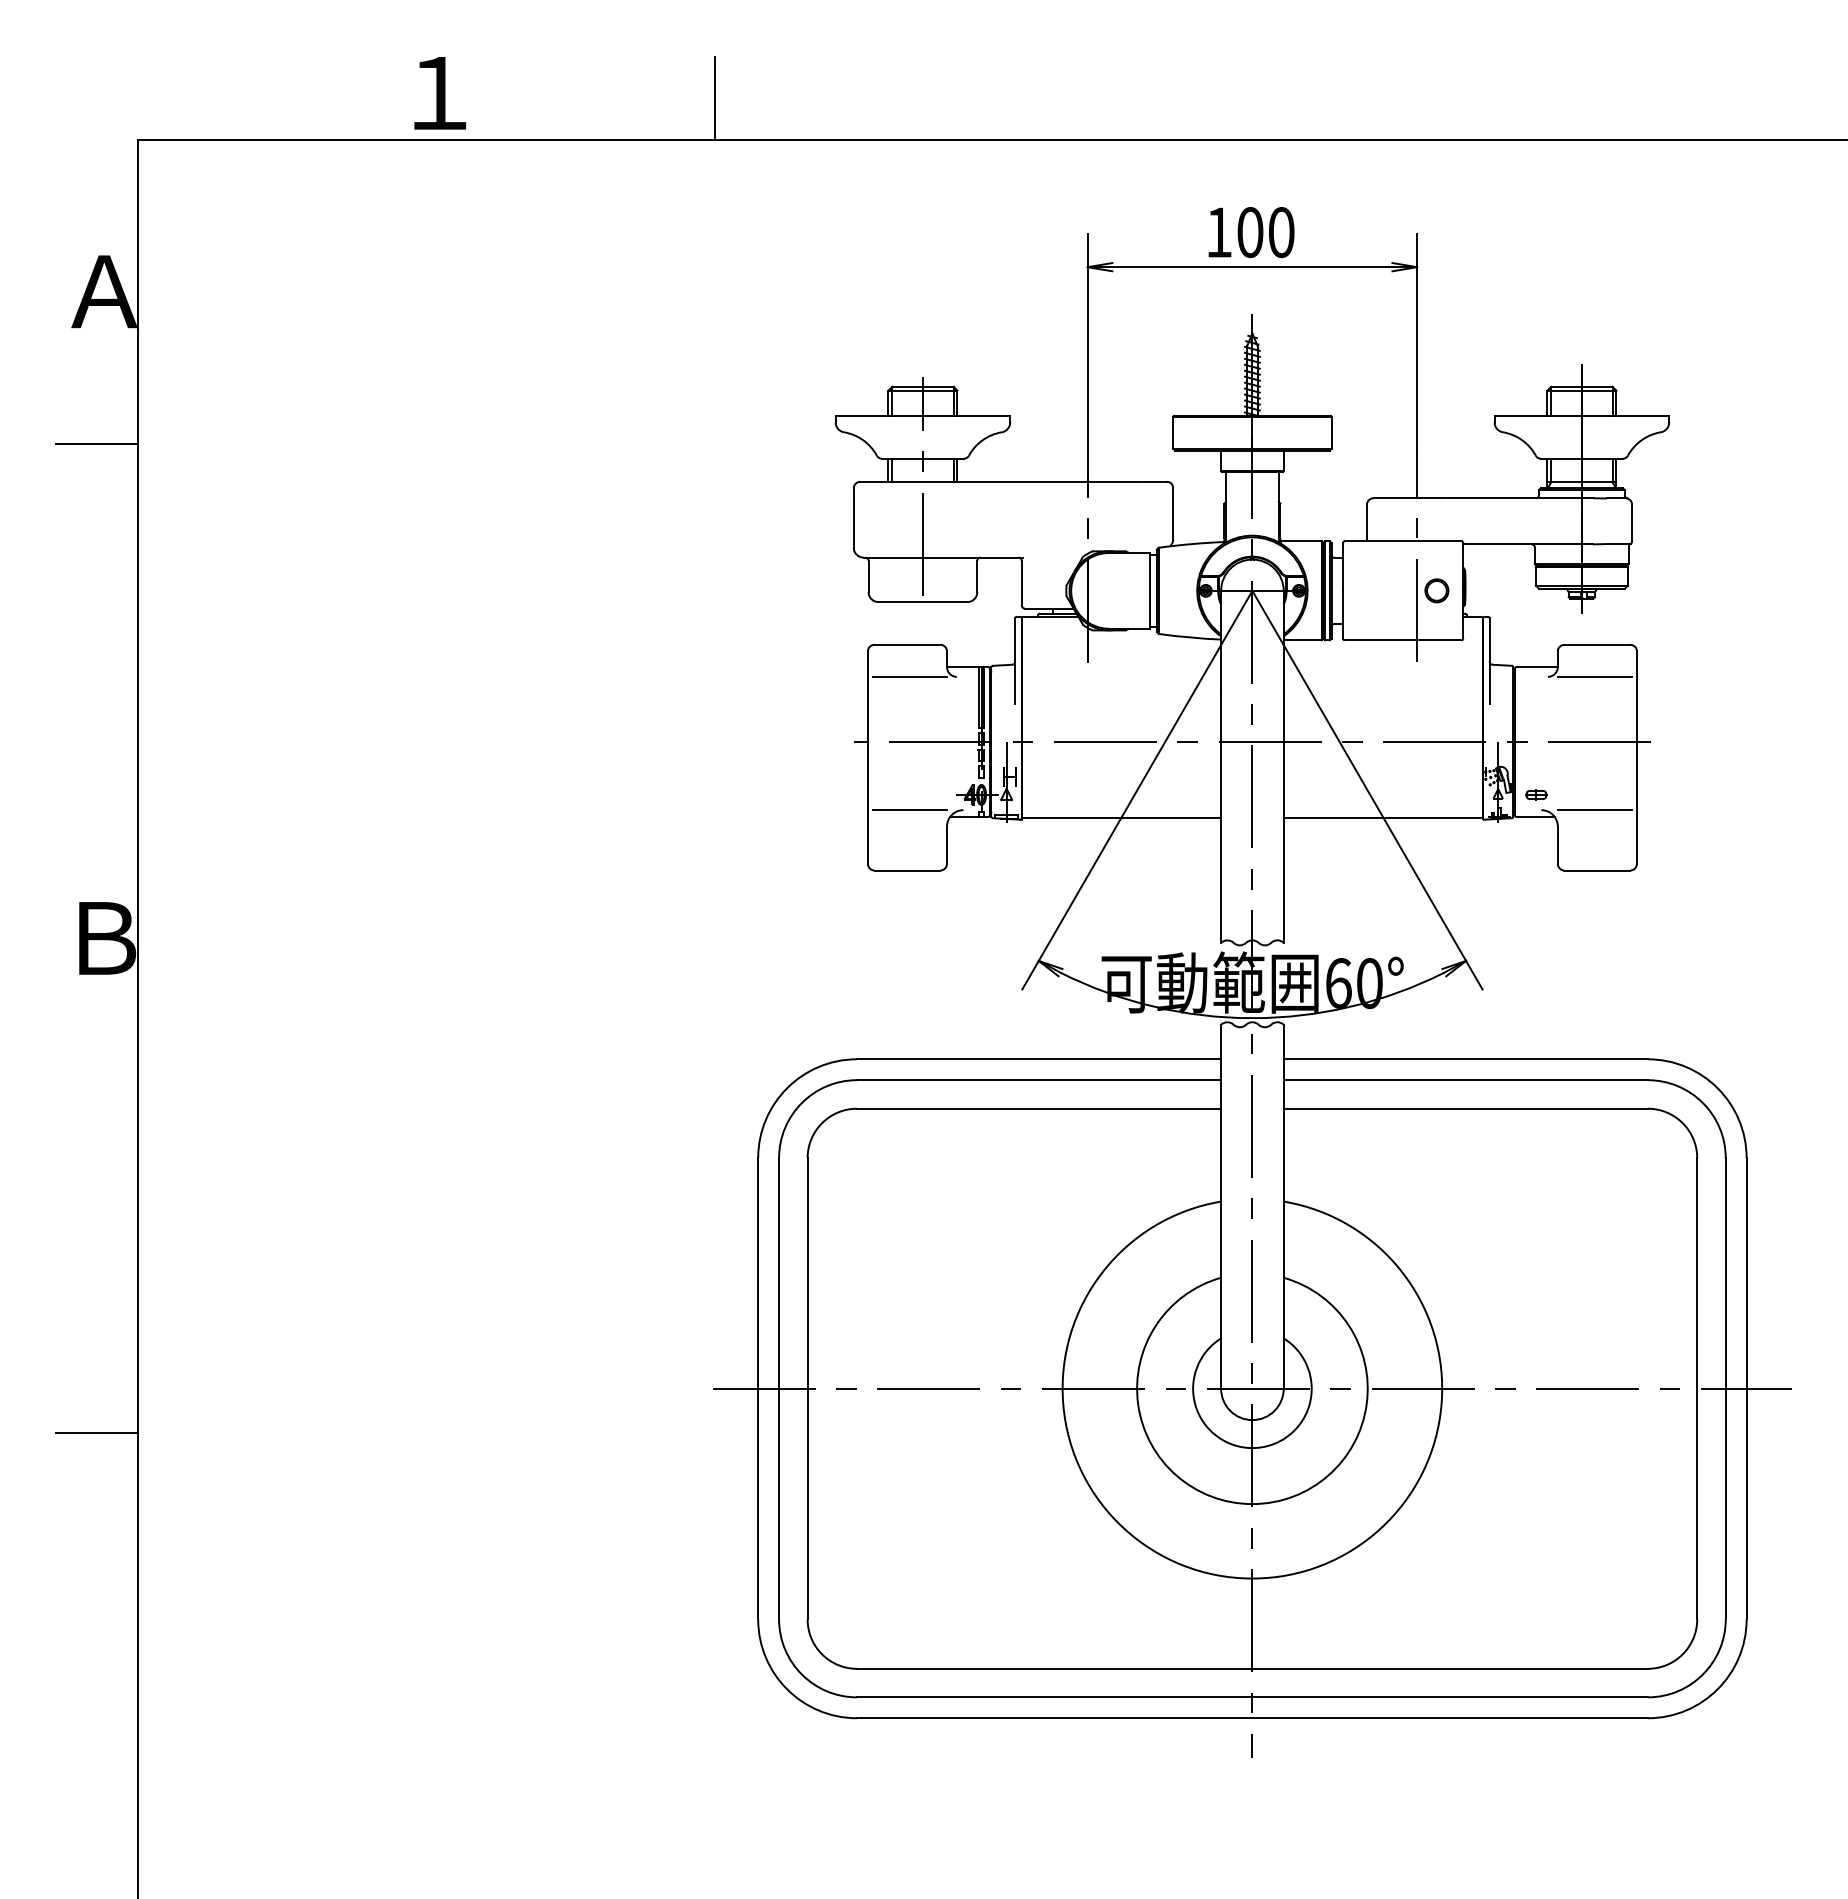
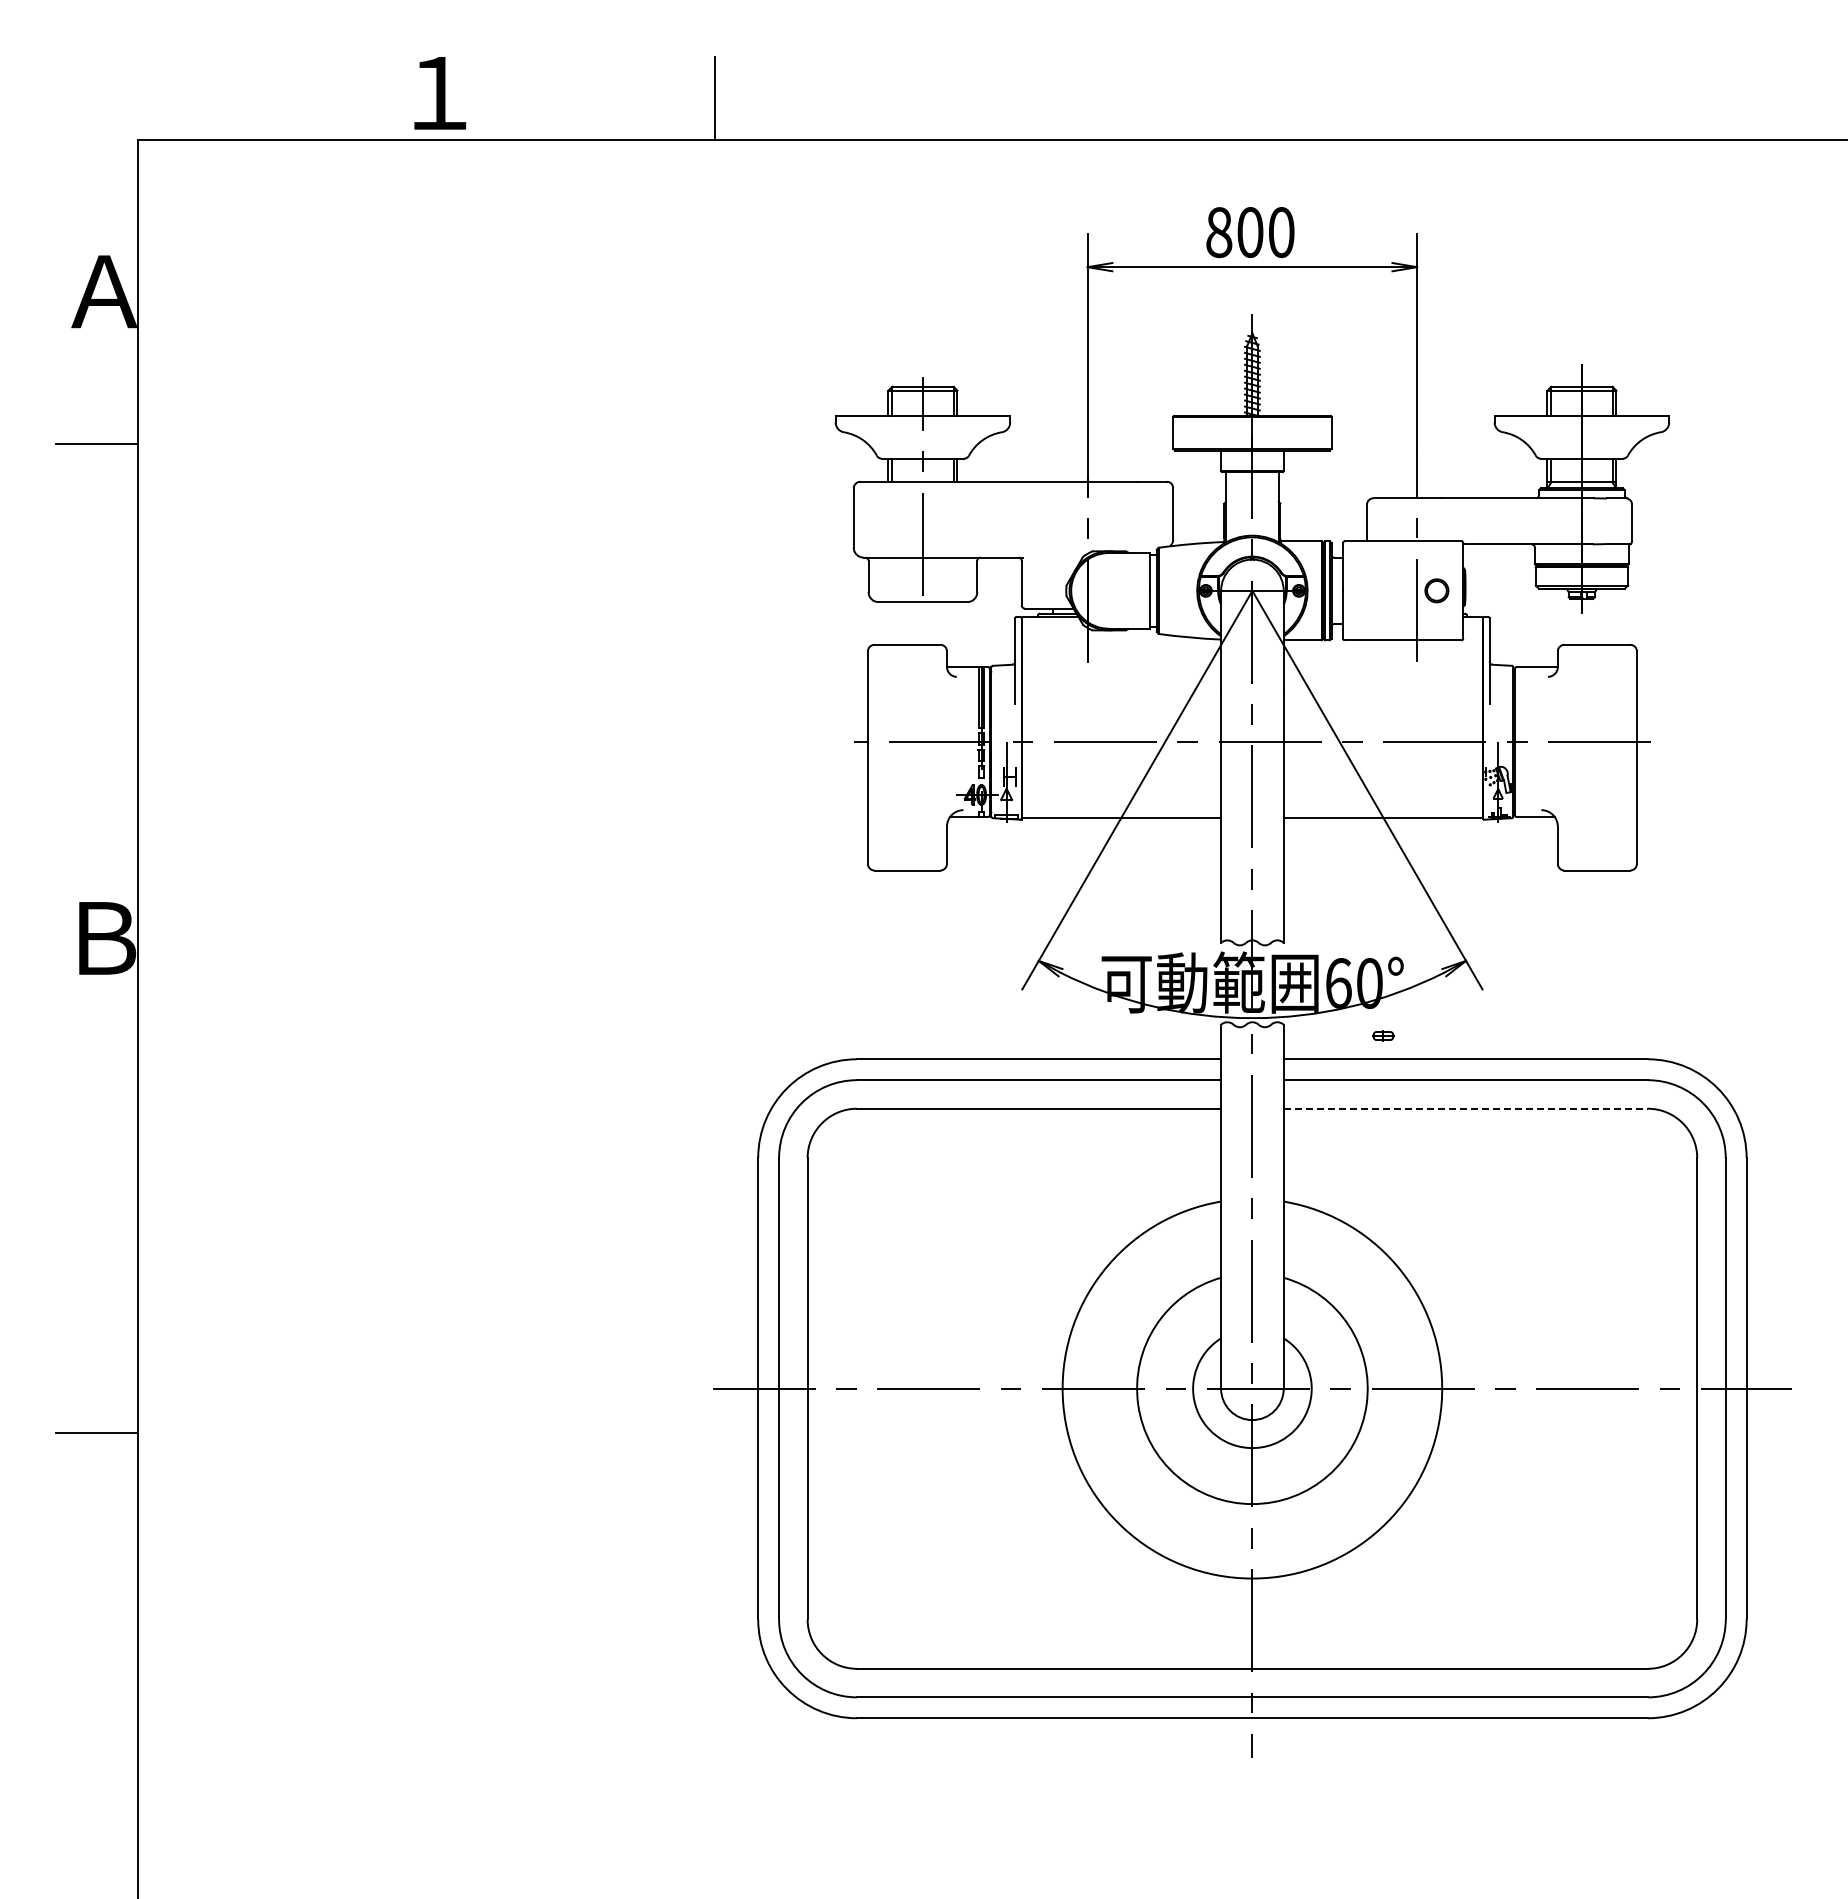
text at (1219, 232): 100 -> 800
line at (909, 676): present -> none
line at (1594, 676): present -> none
part at (1536, 794) position: (1536, 794) -> (1383, 1035)
line at (909, 810): present -> none
line at (1594, 810): present -> none
line at (1466, 1108): solid -> dashed
